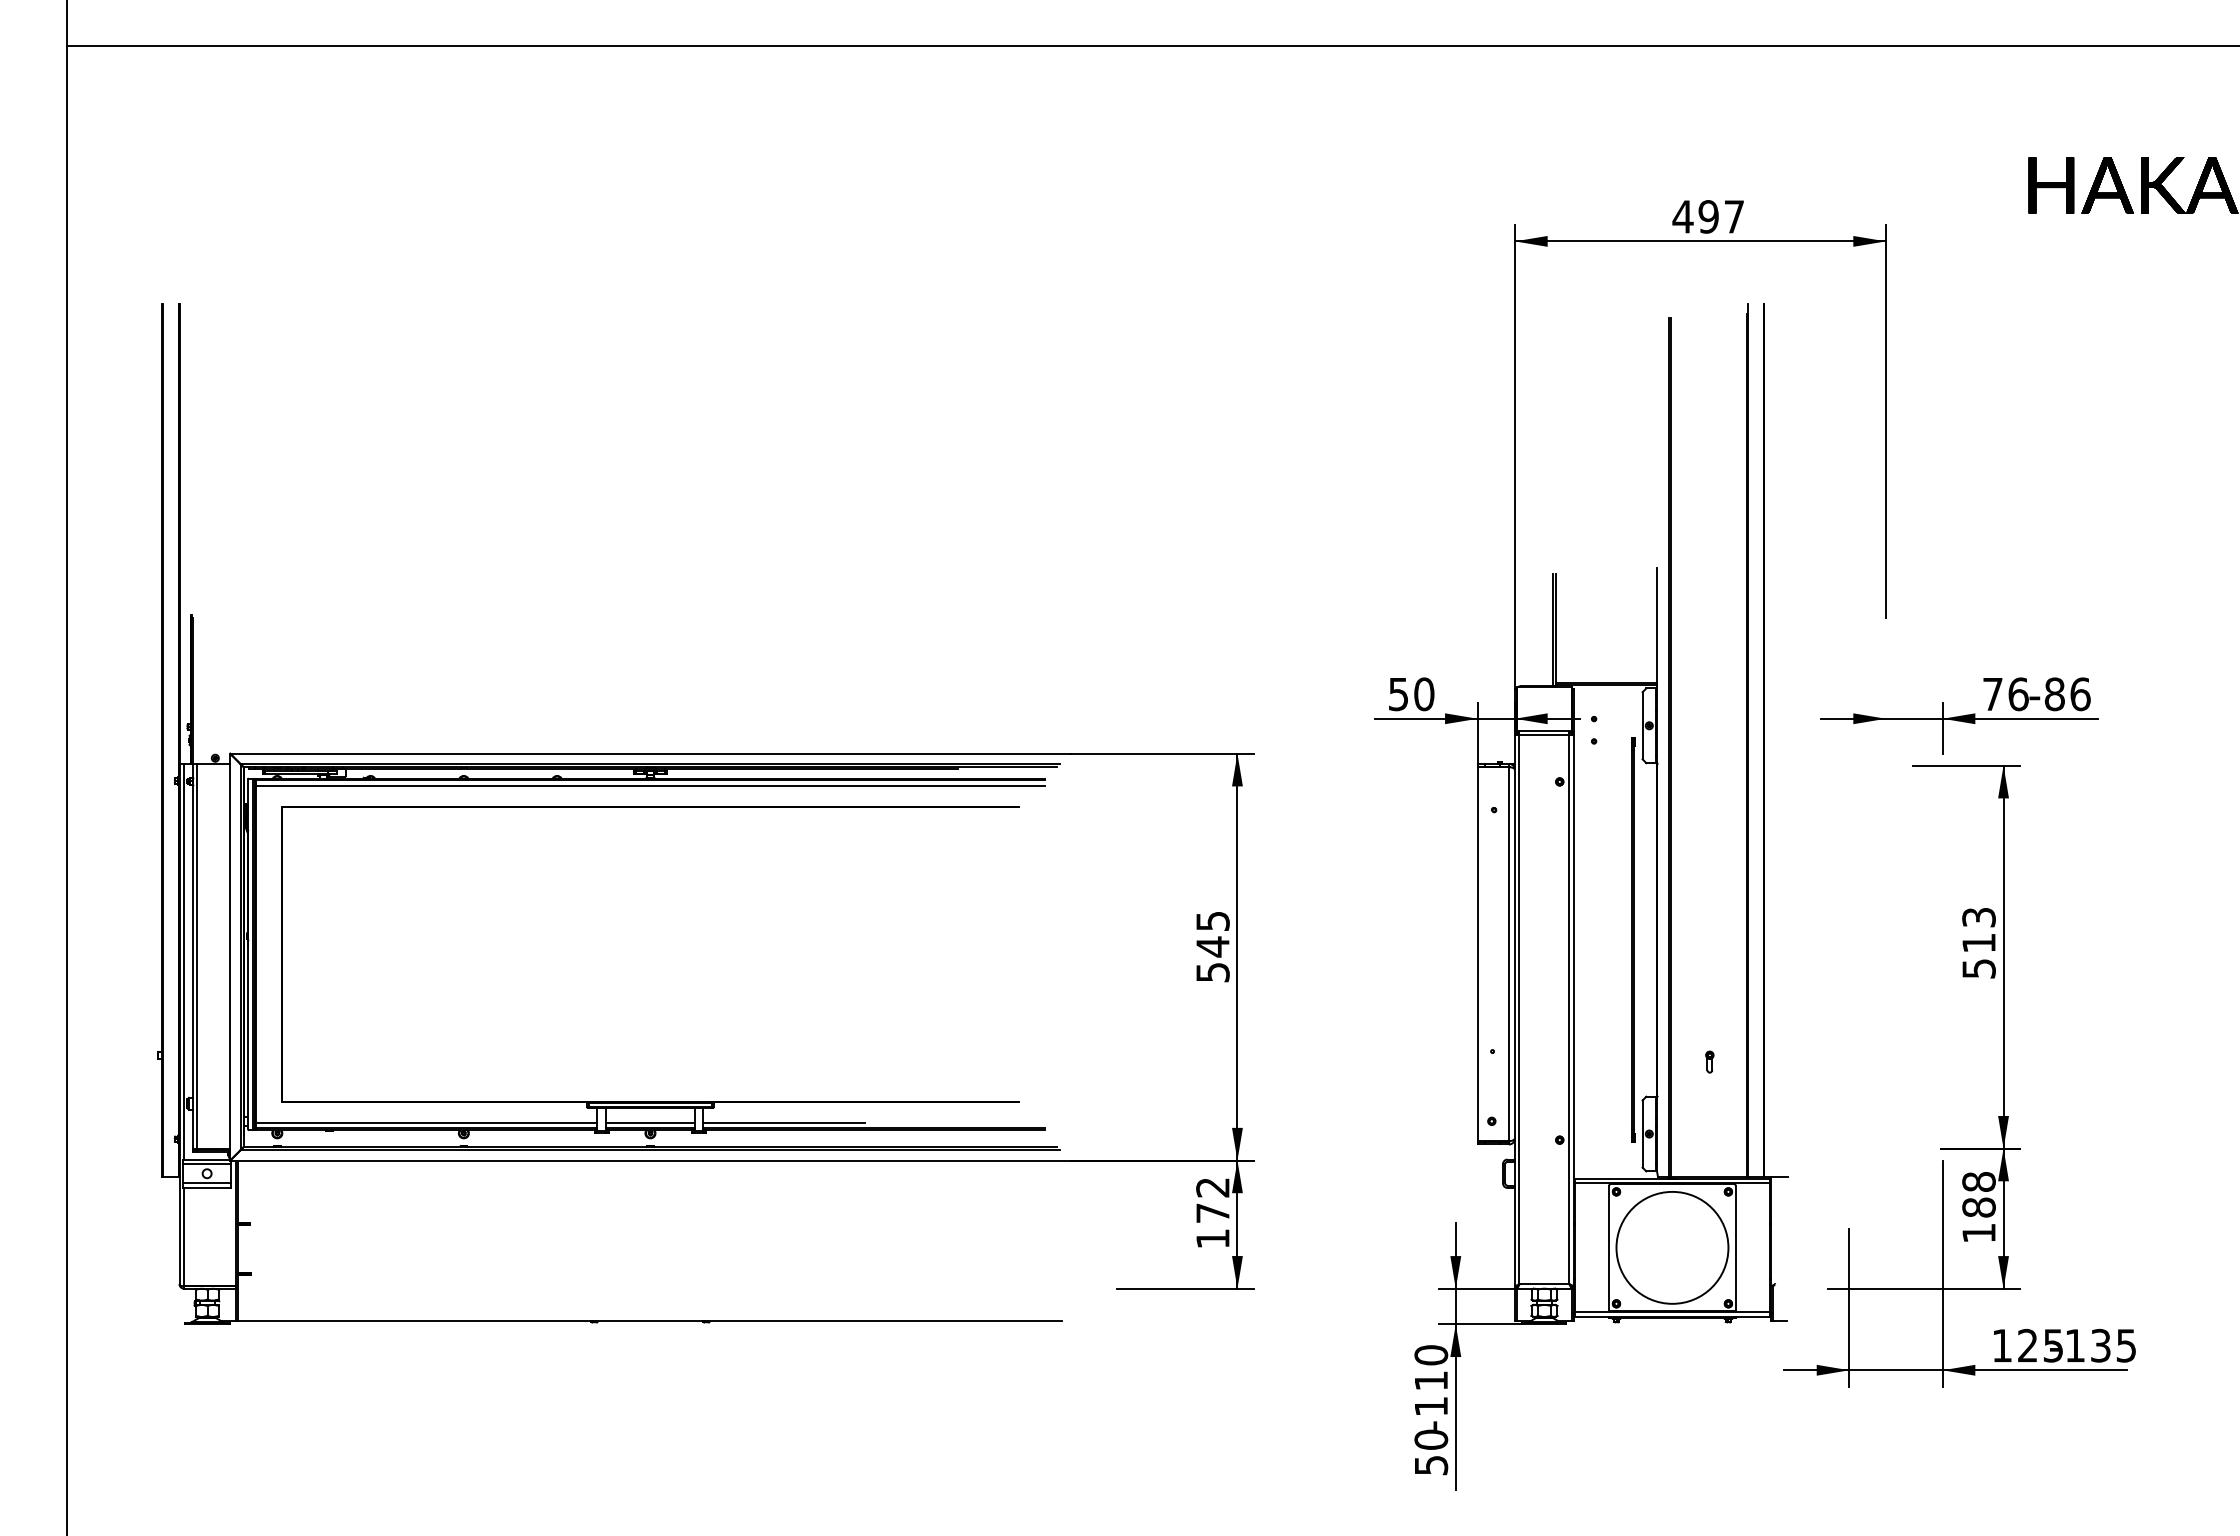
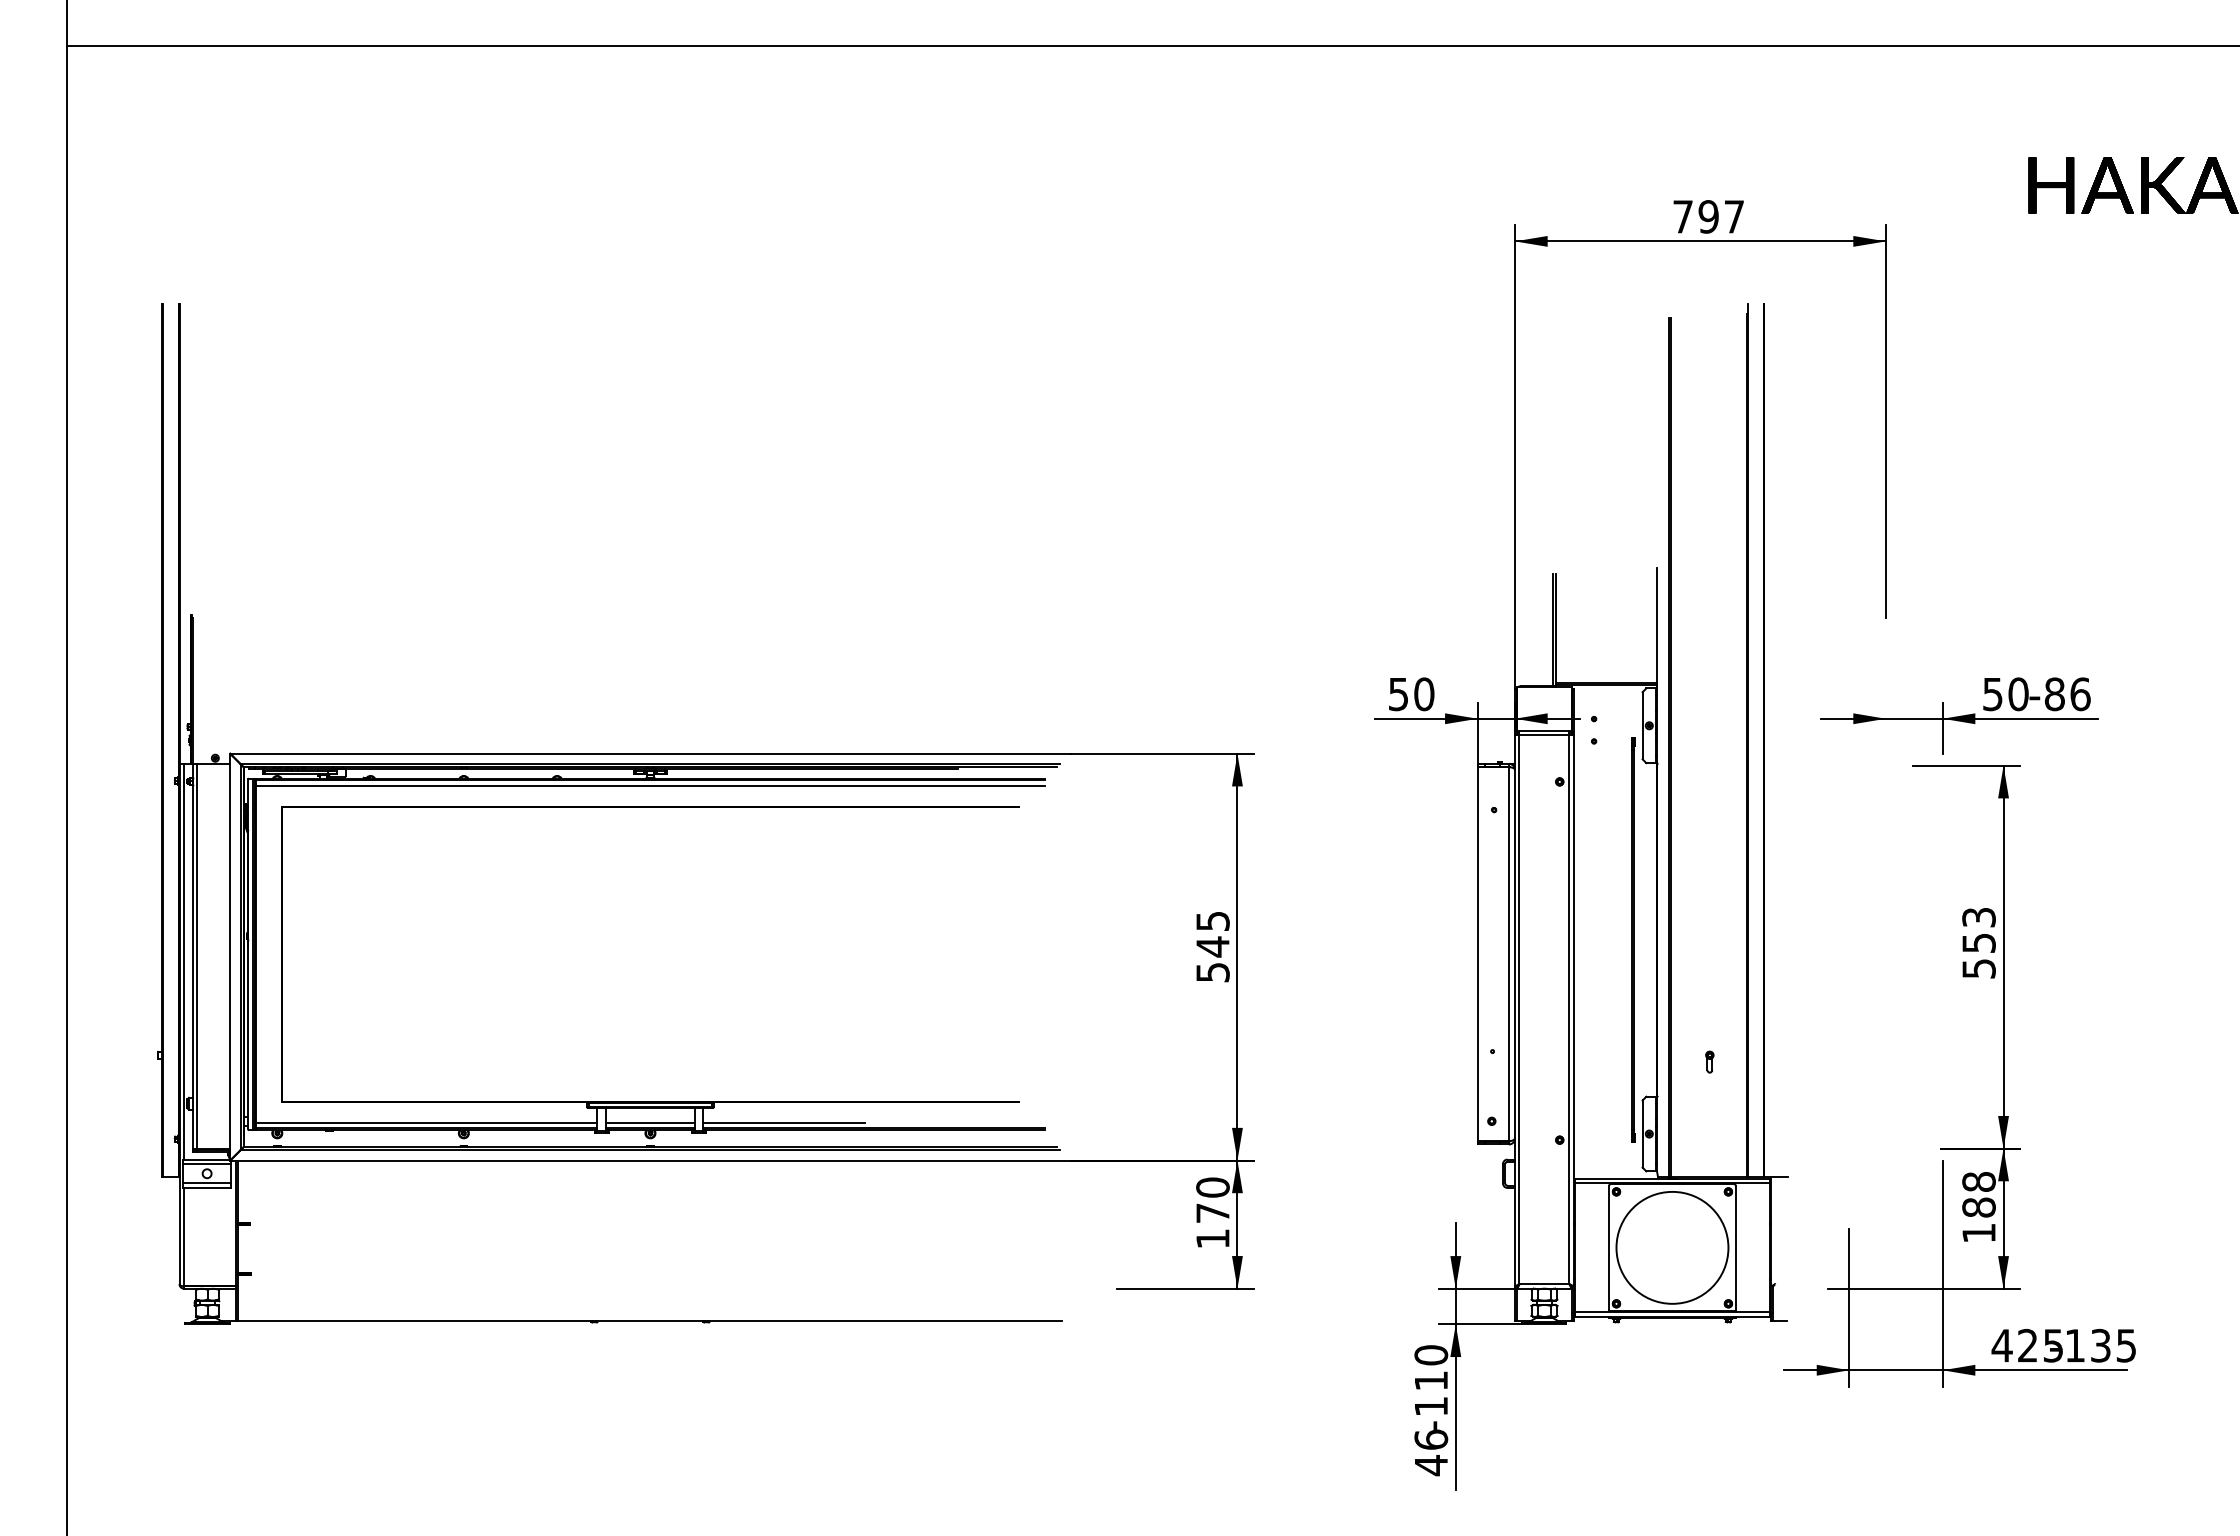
text at (1682, 216): 497 -> 797
text at (2005, 694): 76 -> 50
text at (1978, 943): 513 -> 553
text at (1212, 1187): 172 -> 170
text at (2001, 1345): 125 -> 425
text at (1431, 1452): 50 -> 46
